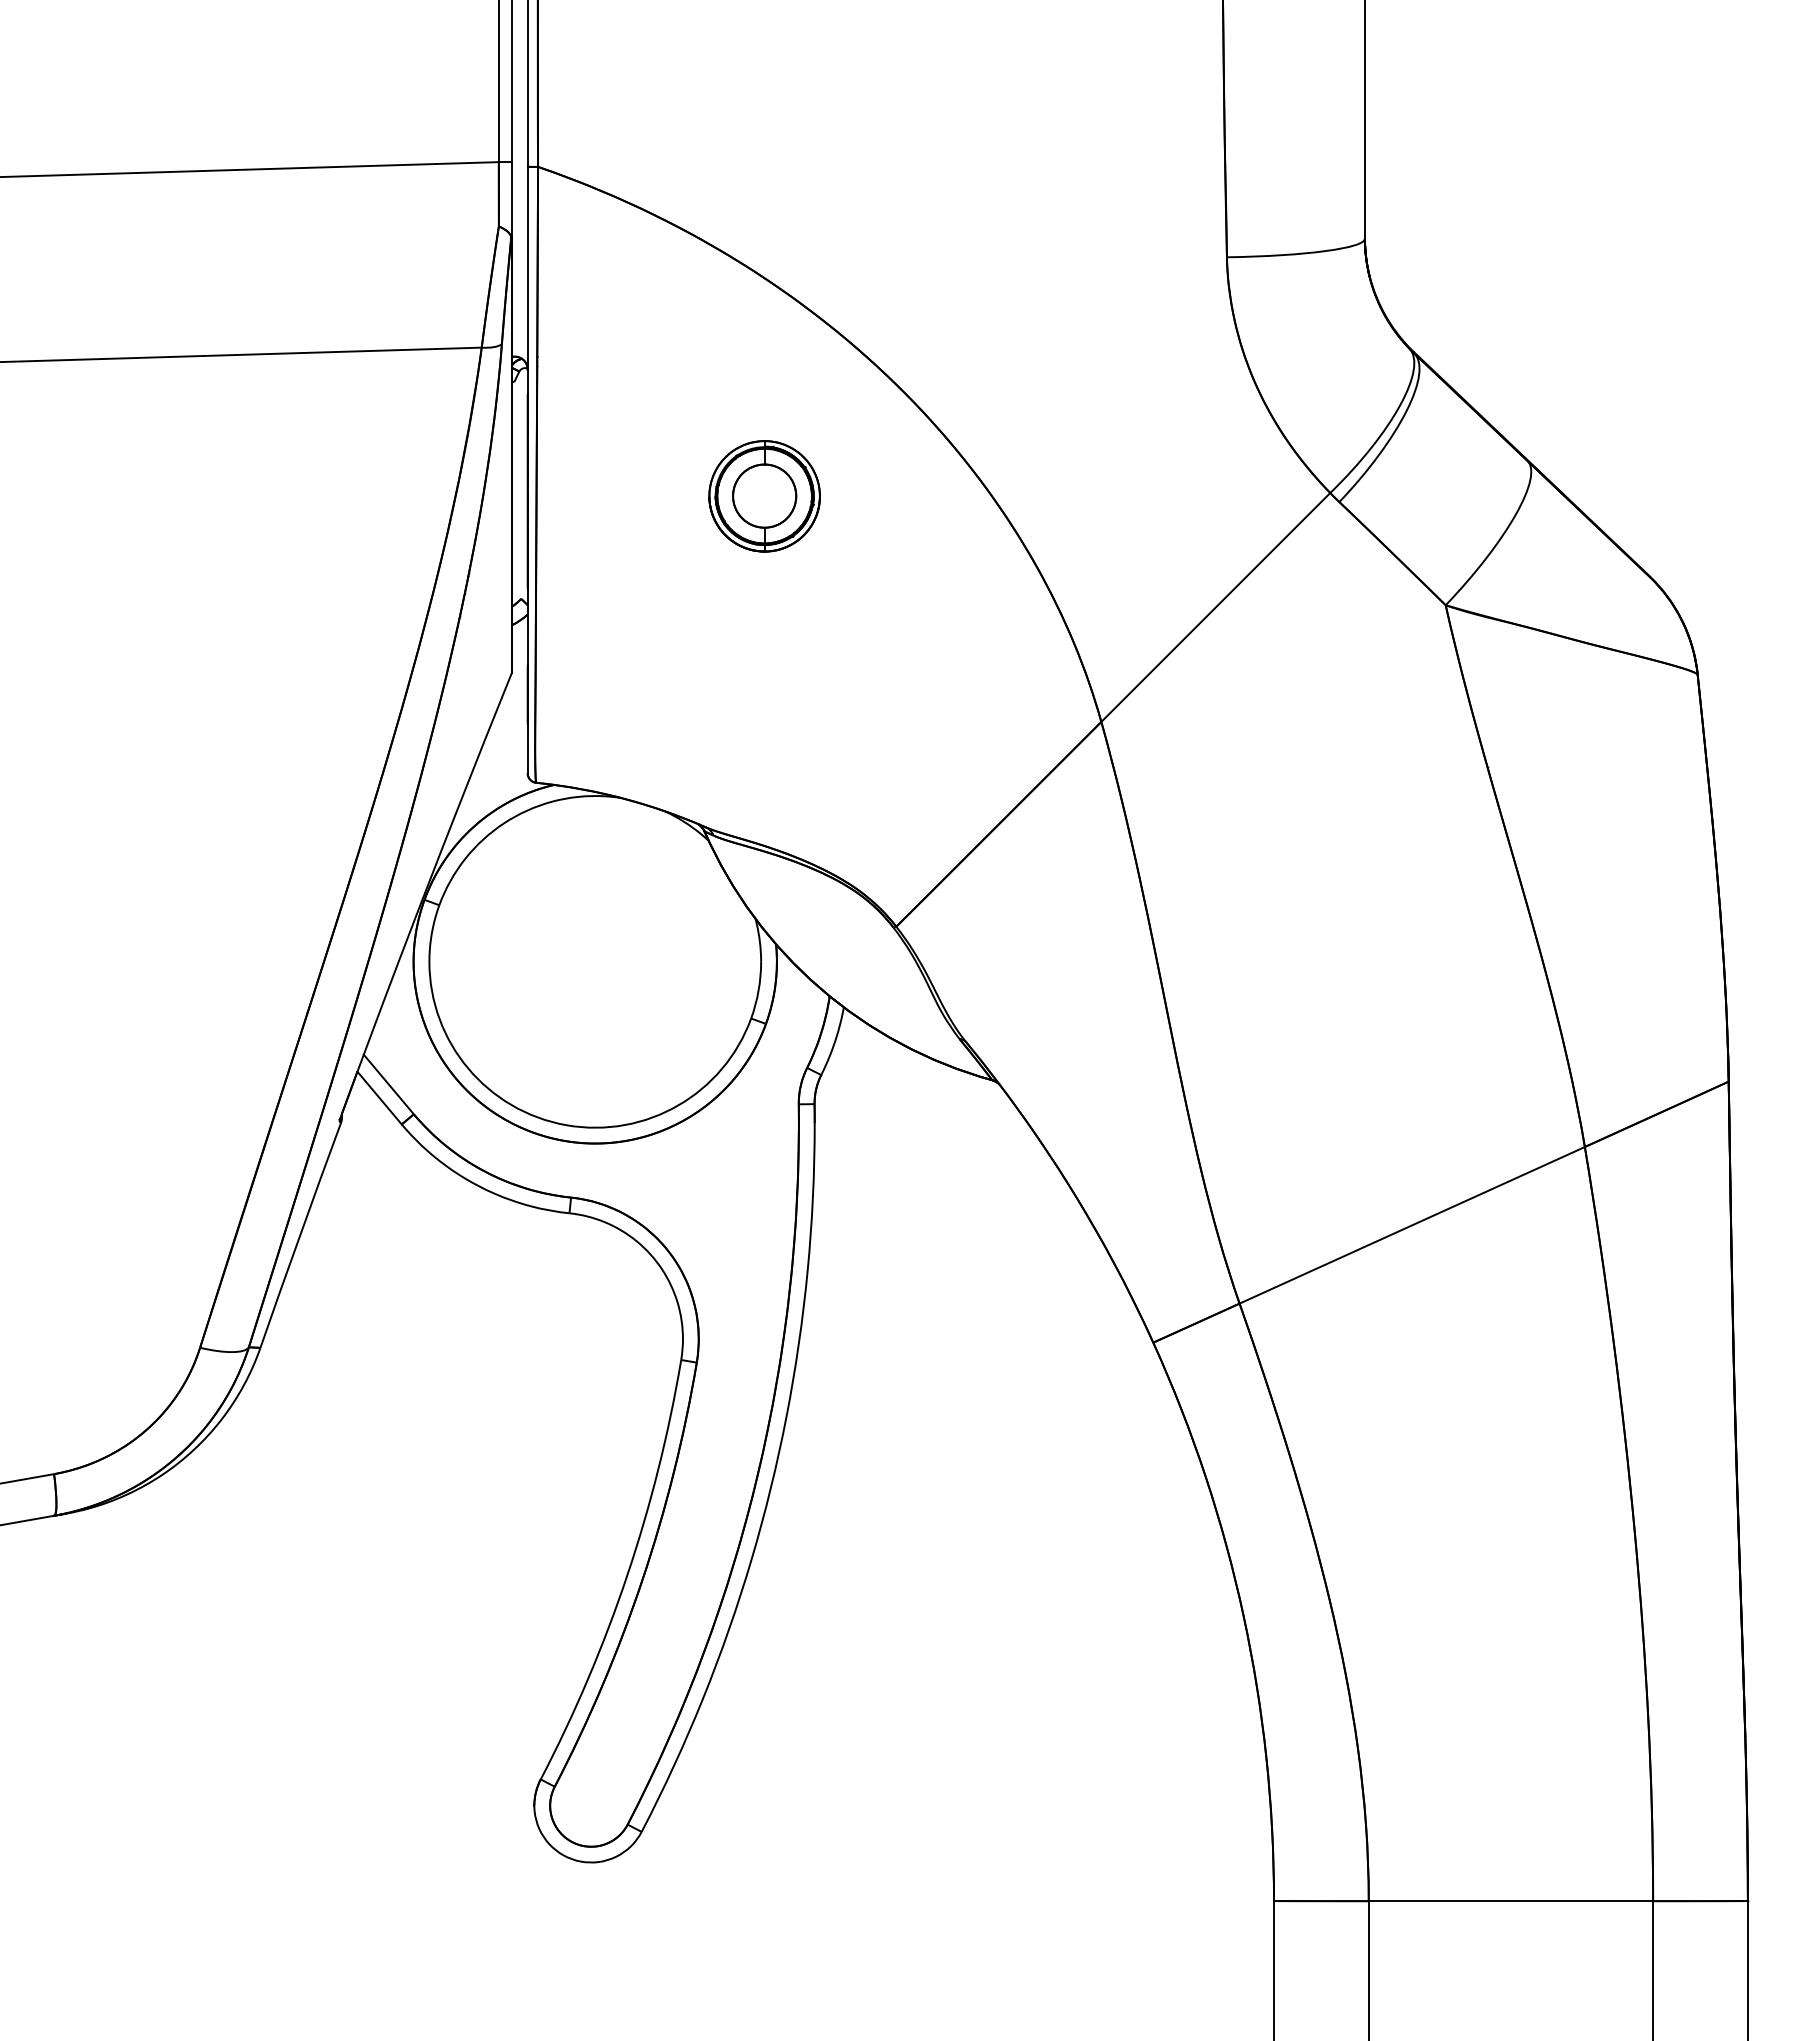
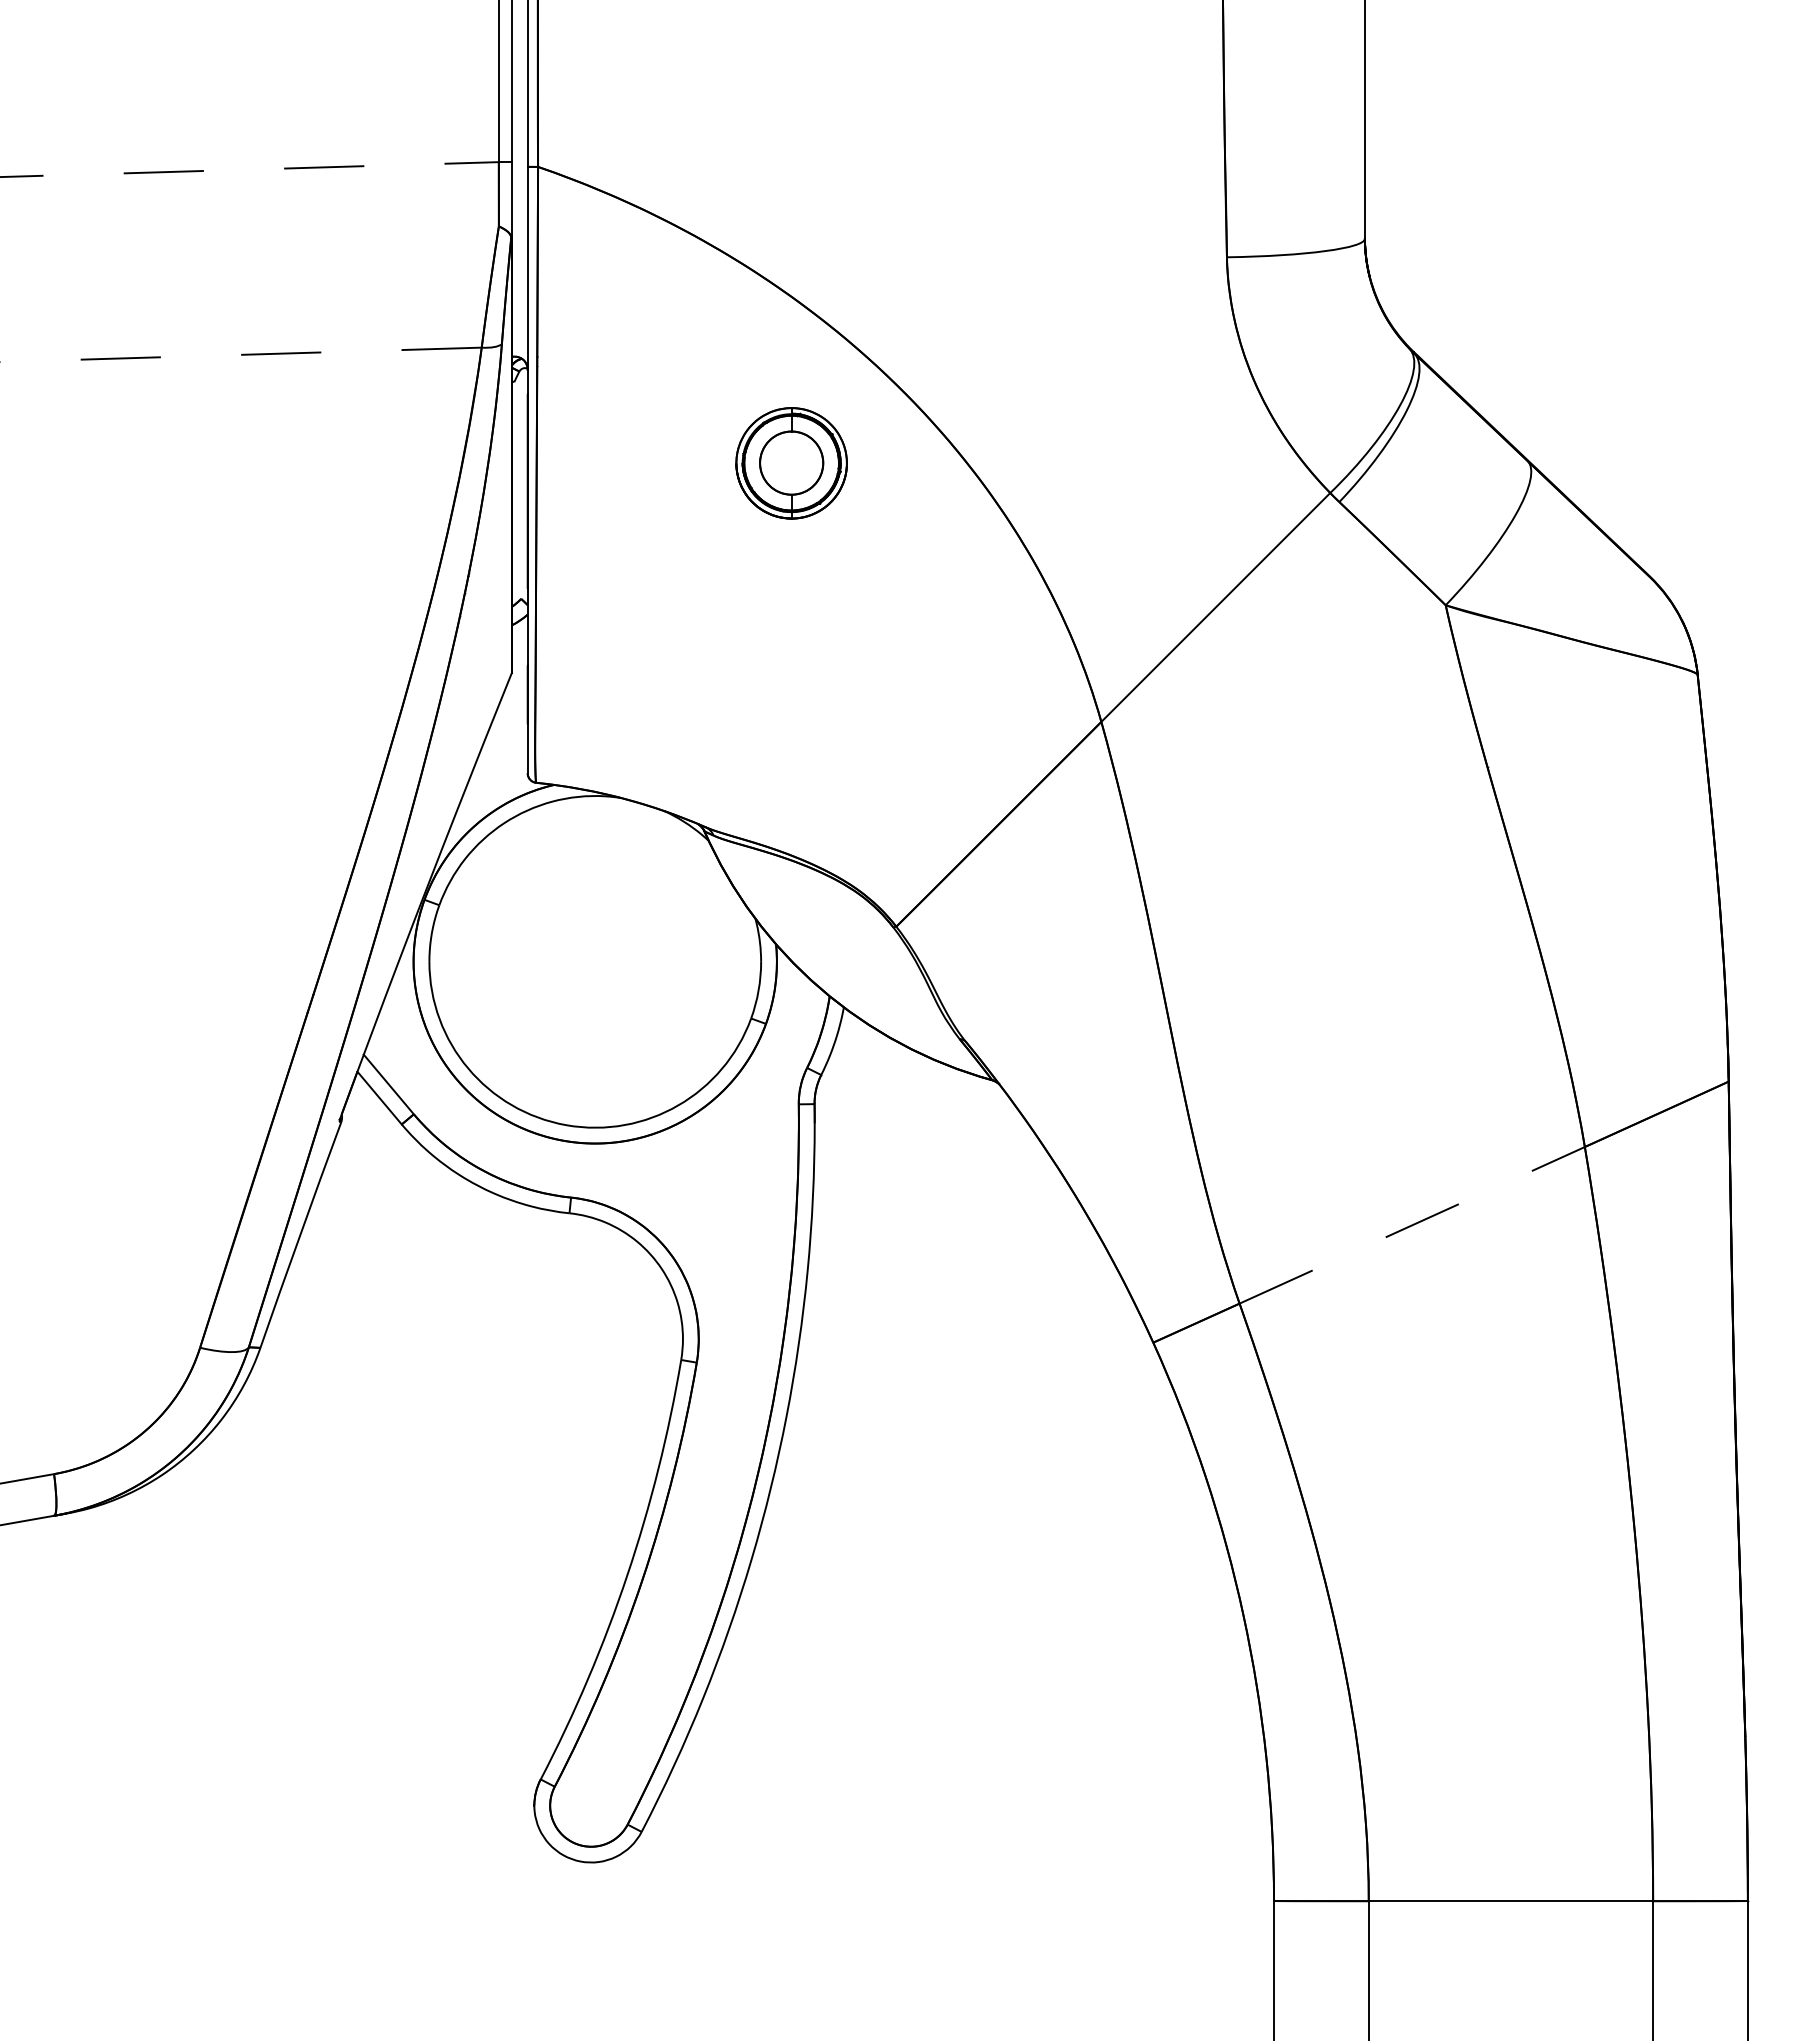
line at (250, 169): solid -> dashed
line at (240, 354): solid -> dashed
part at (764, 496) position: (764, 496) -> (791, 463)
line at (1412, 1225): solid -> dashed
